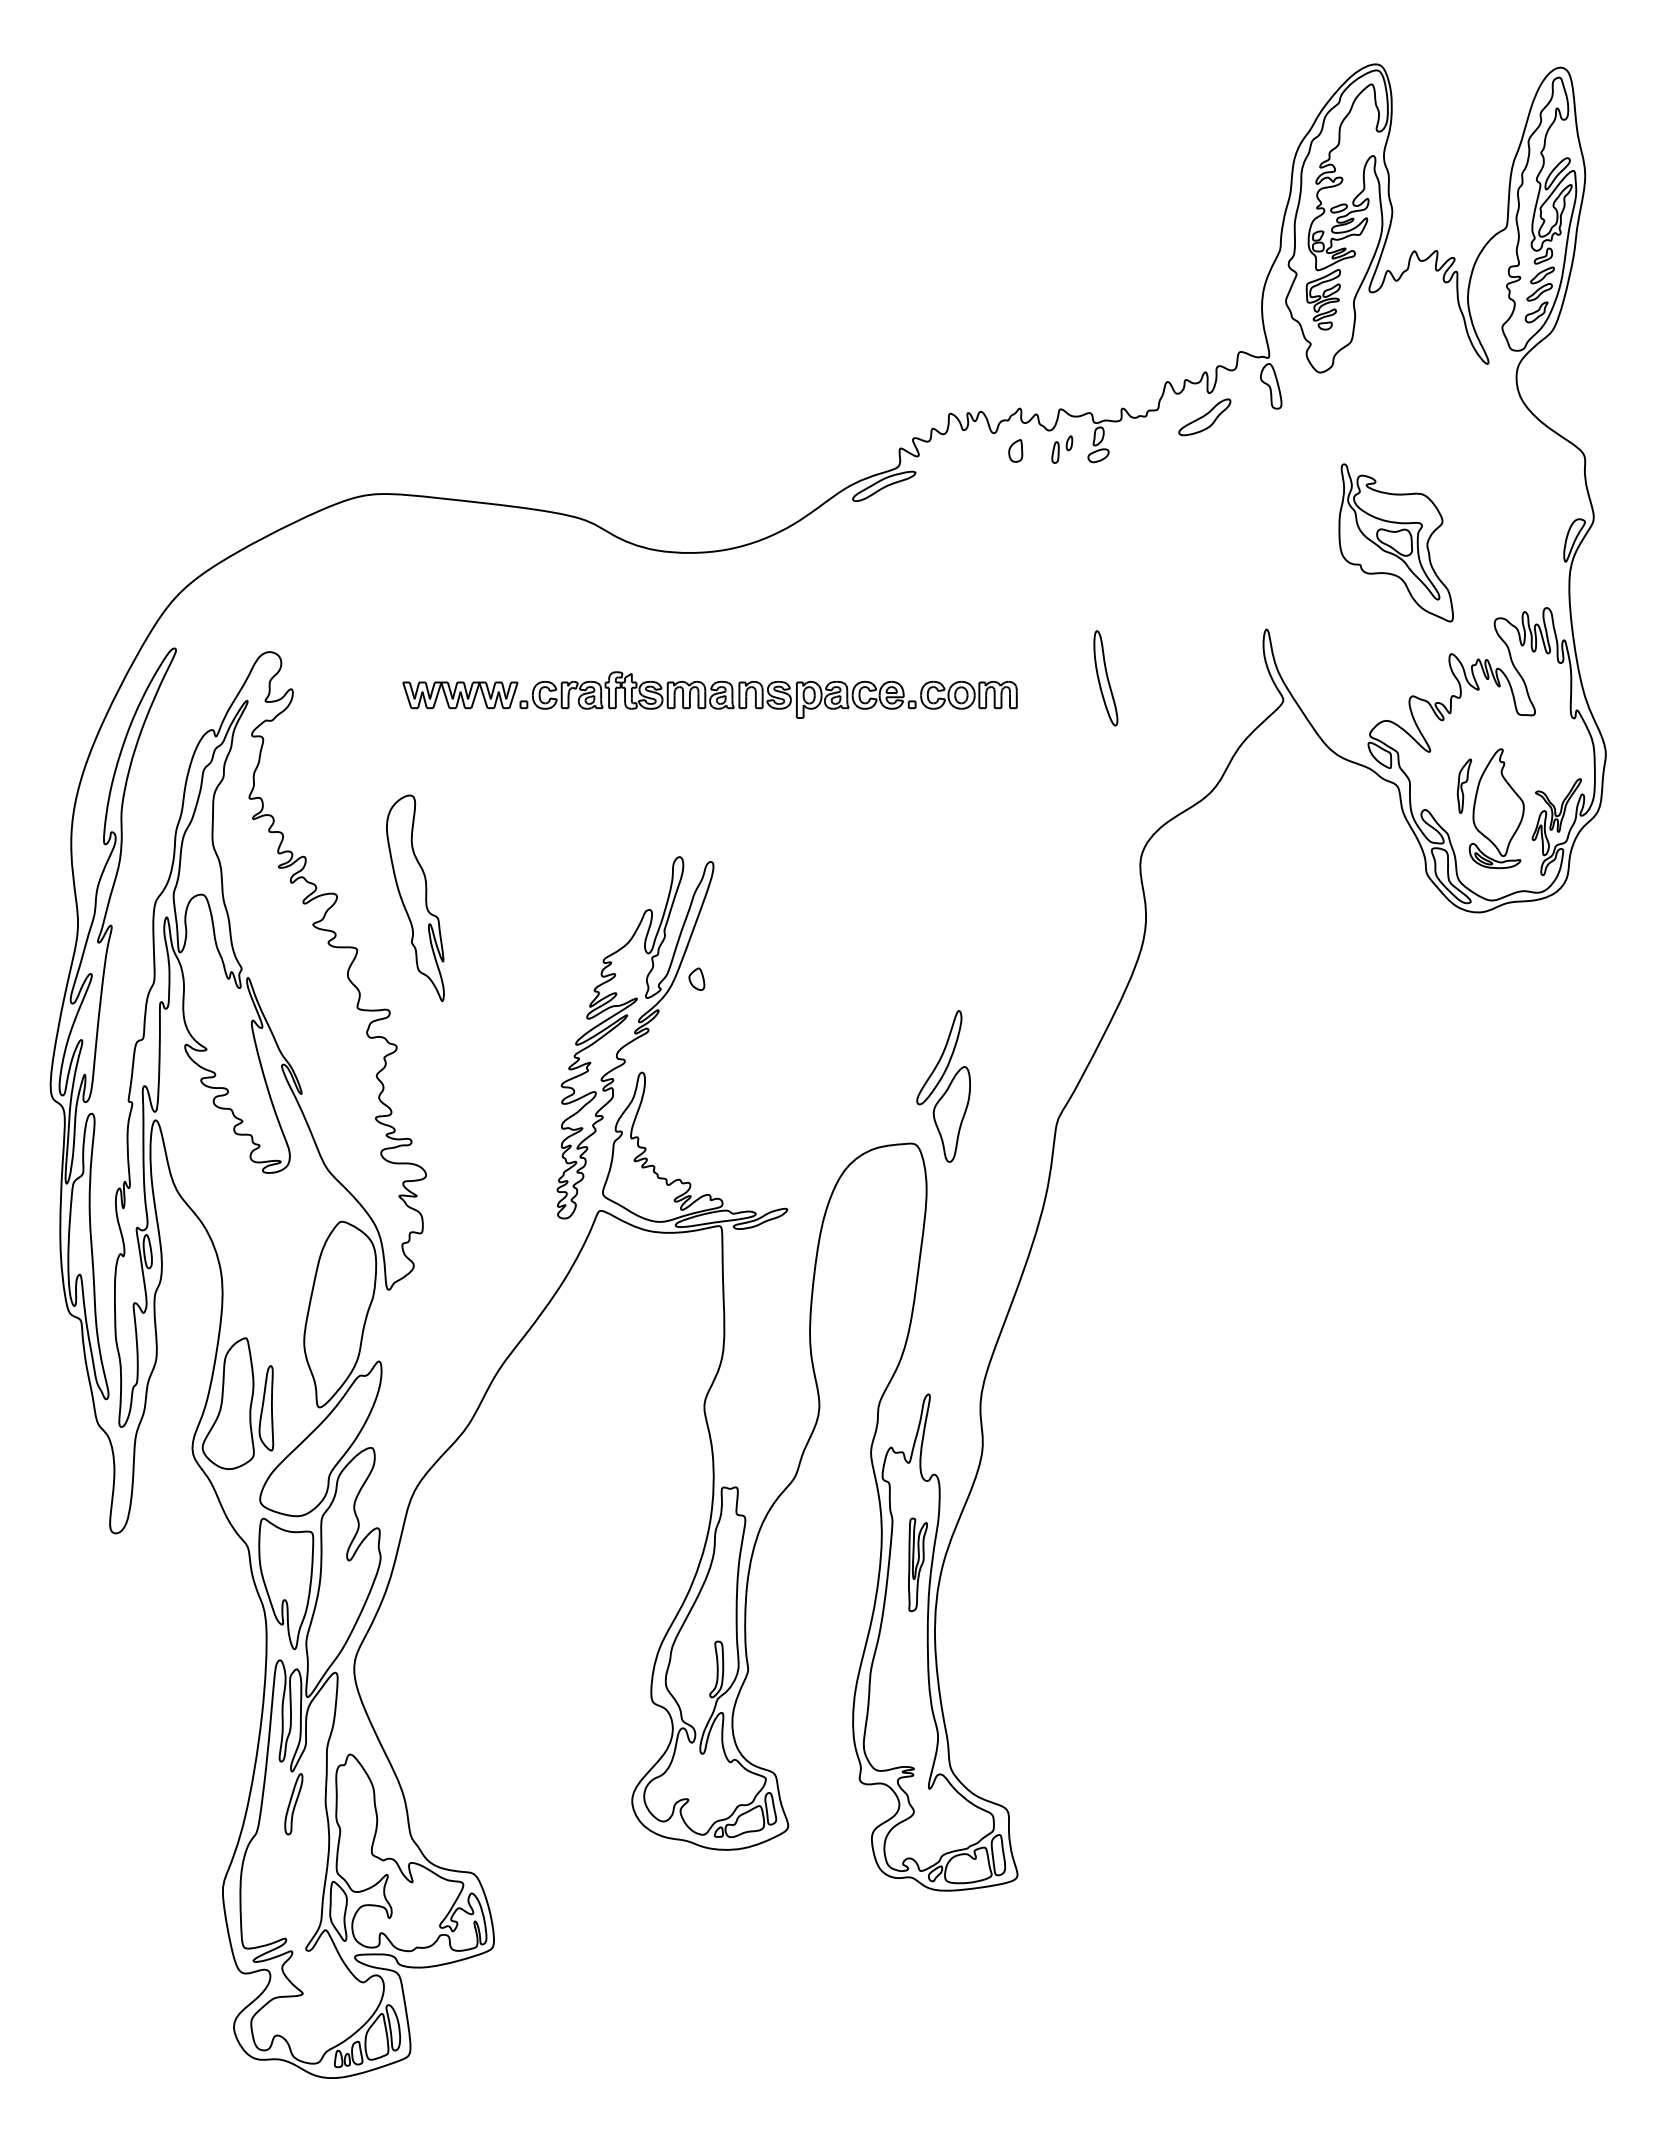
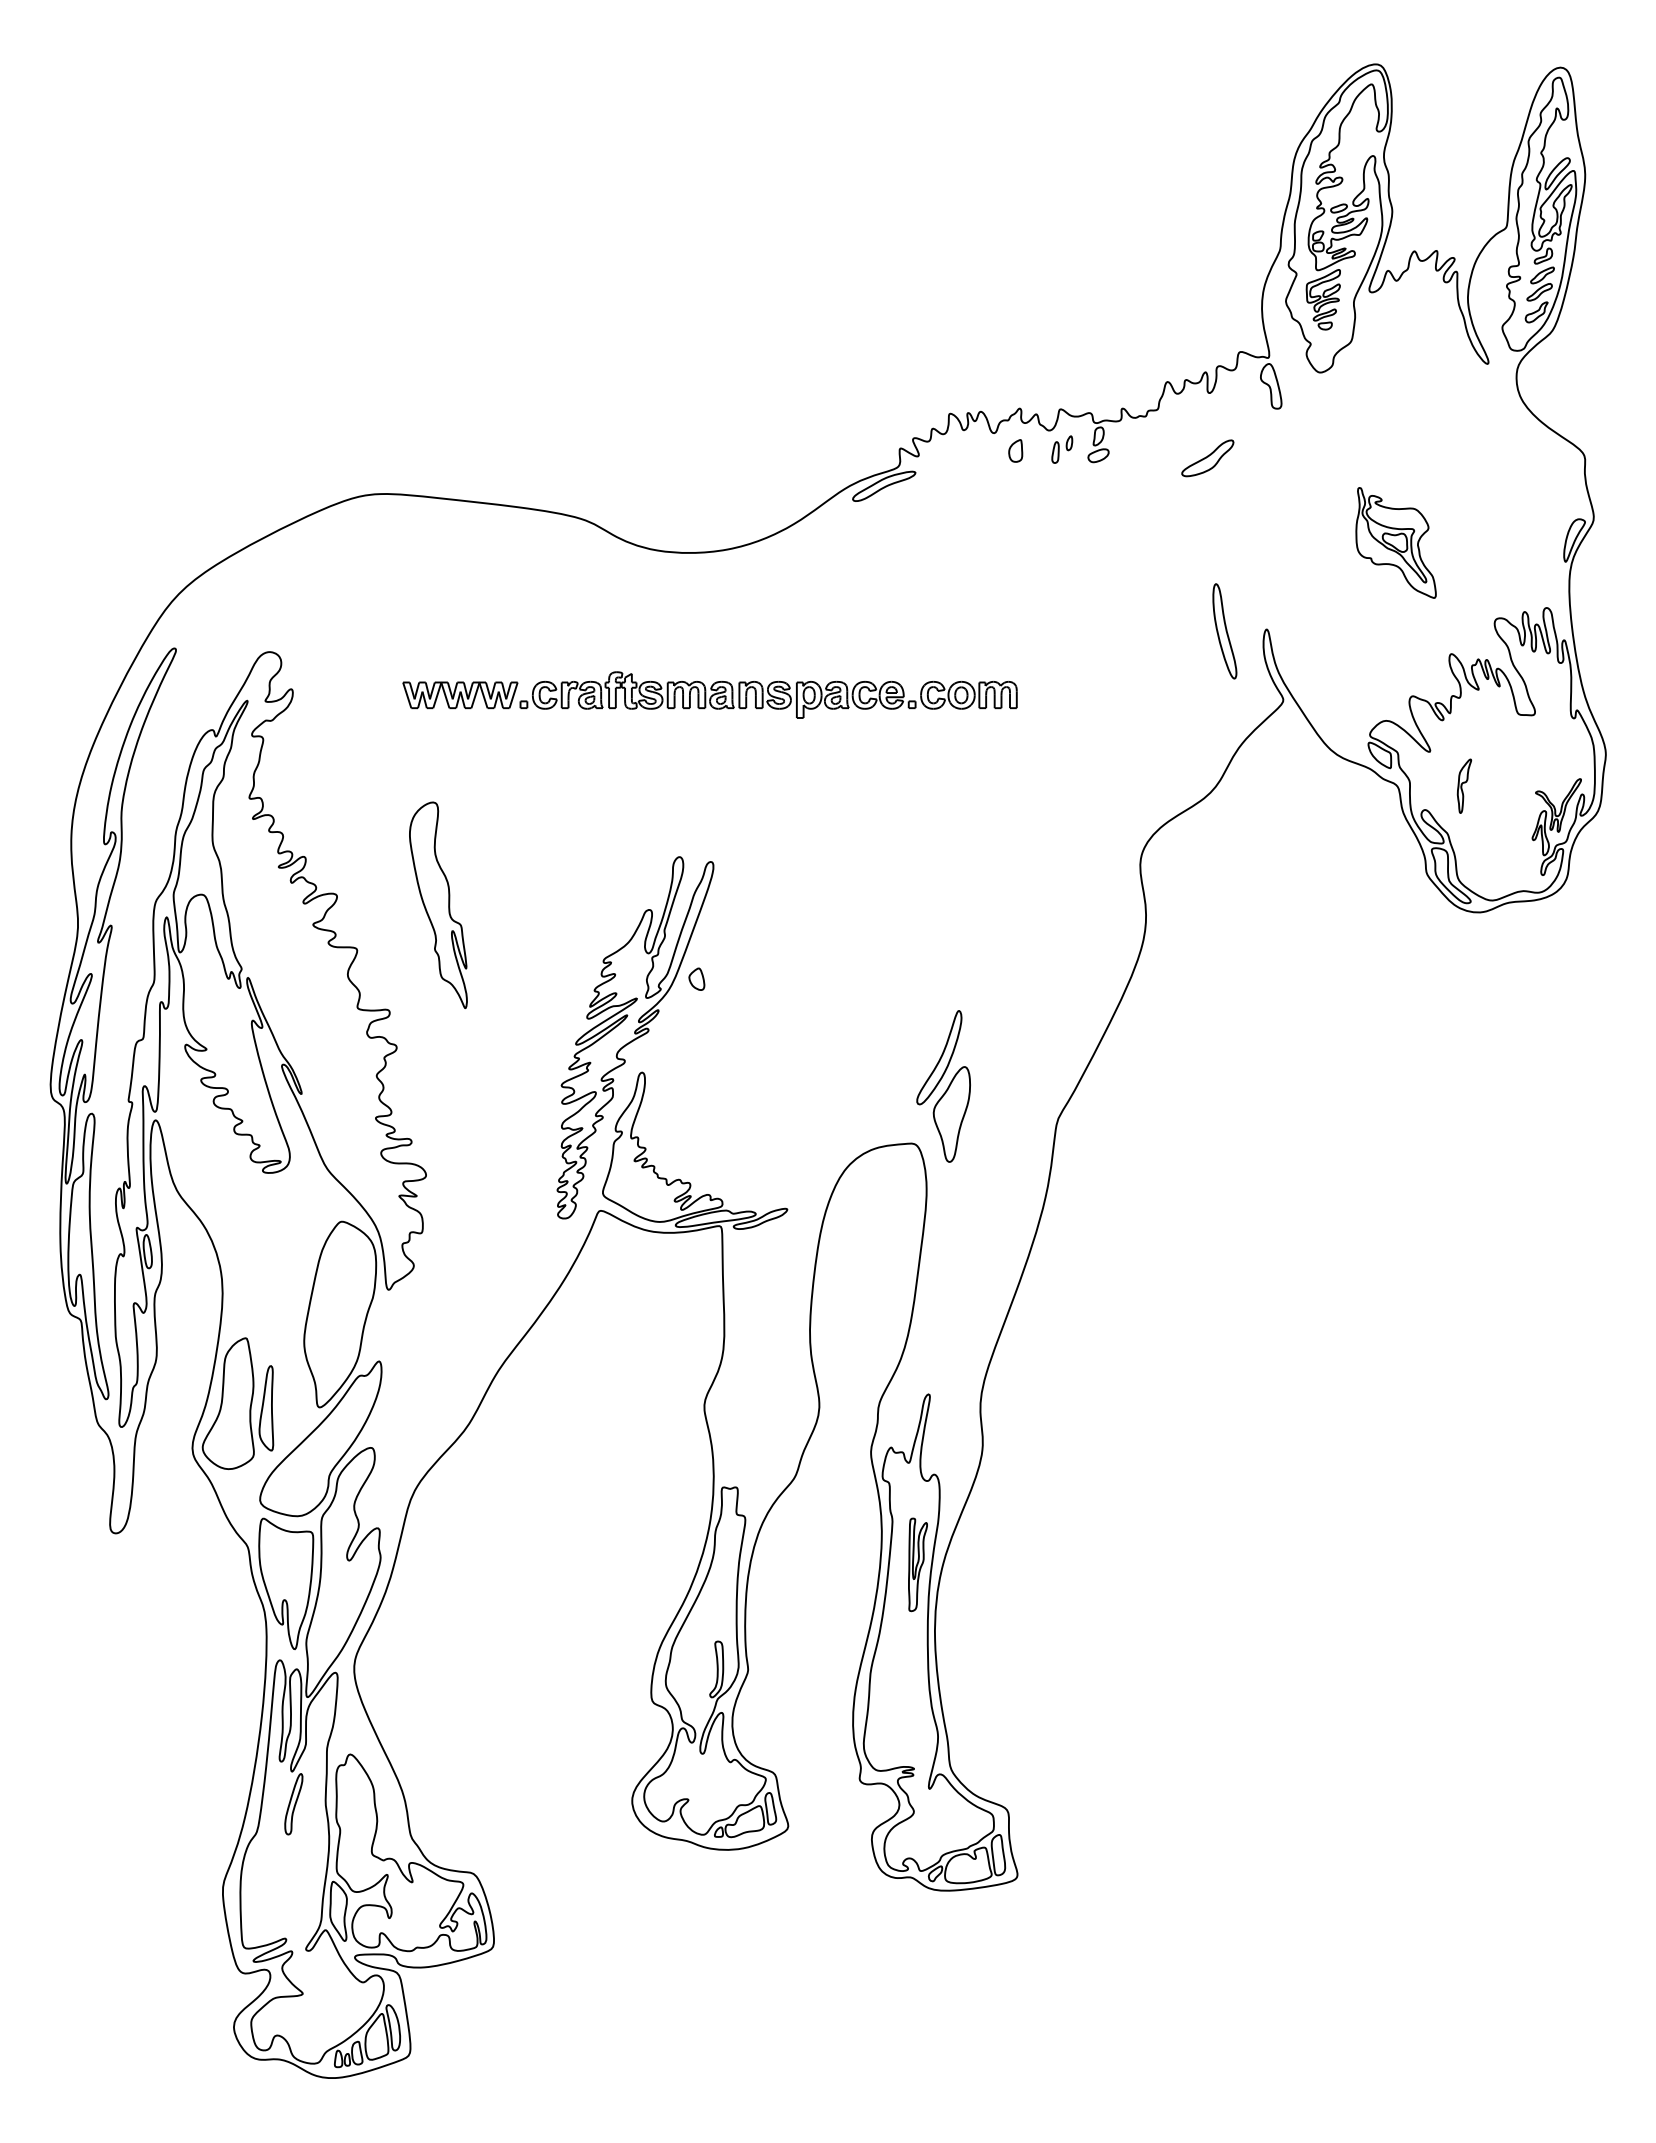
part at (1204, 417) position: (1204, 417) -> (1207, 458)
part at (1395, 542) size: 116x160 px -> 82x112 px
part at (1105, 678) position: (1105, 678) -> (1224, 631)
part at (1496, 808): present -> none
part at (415, 898) position: (415, 898) -> (438, 905)
